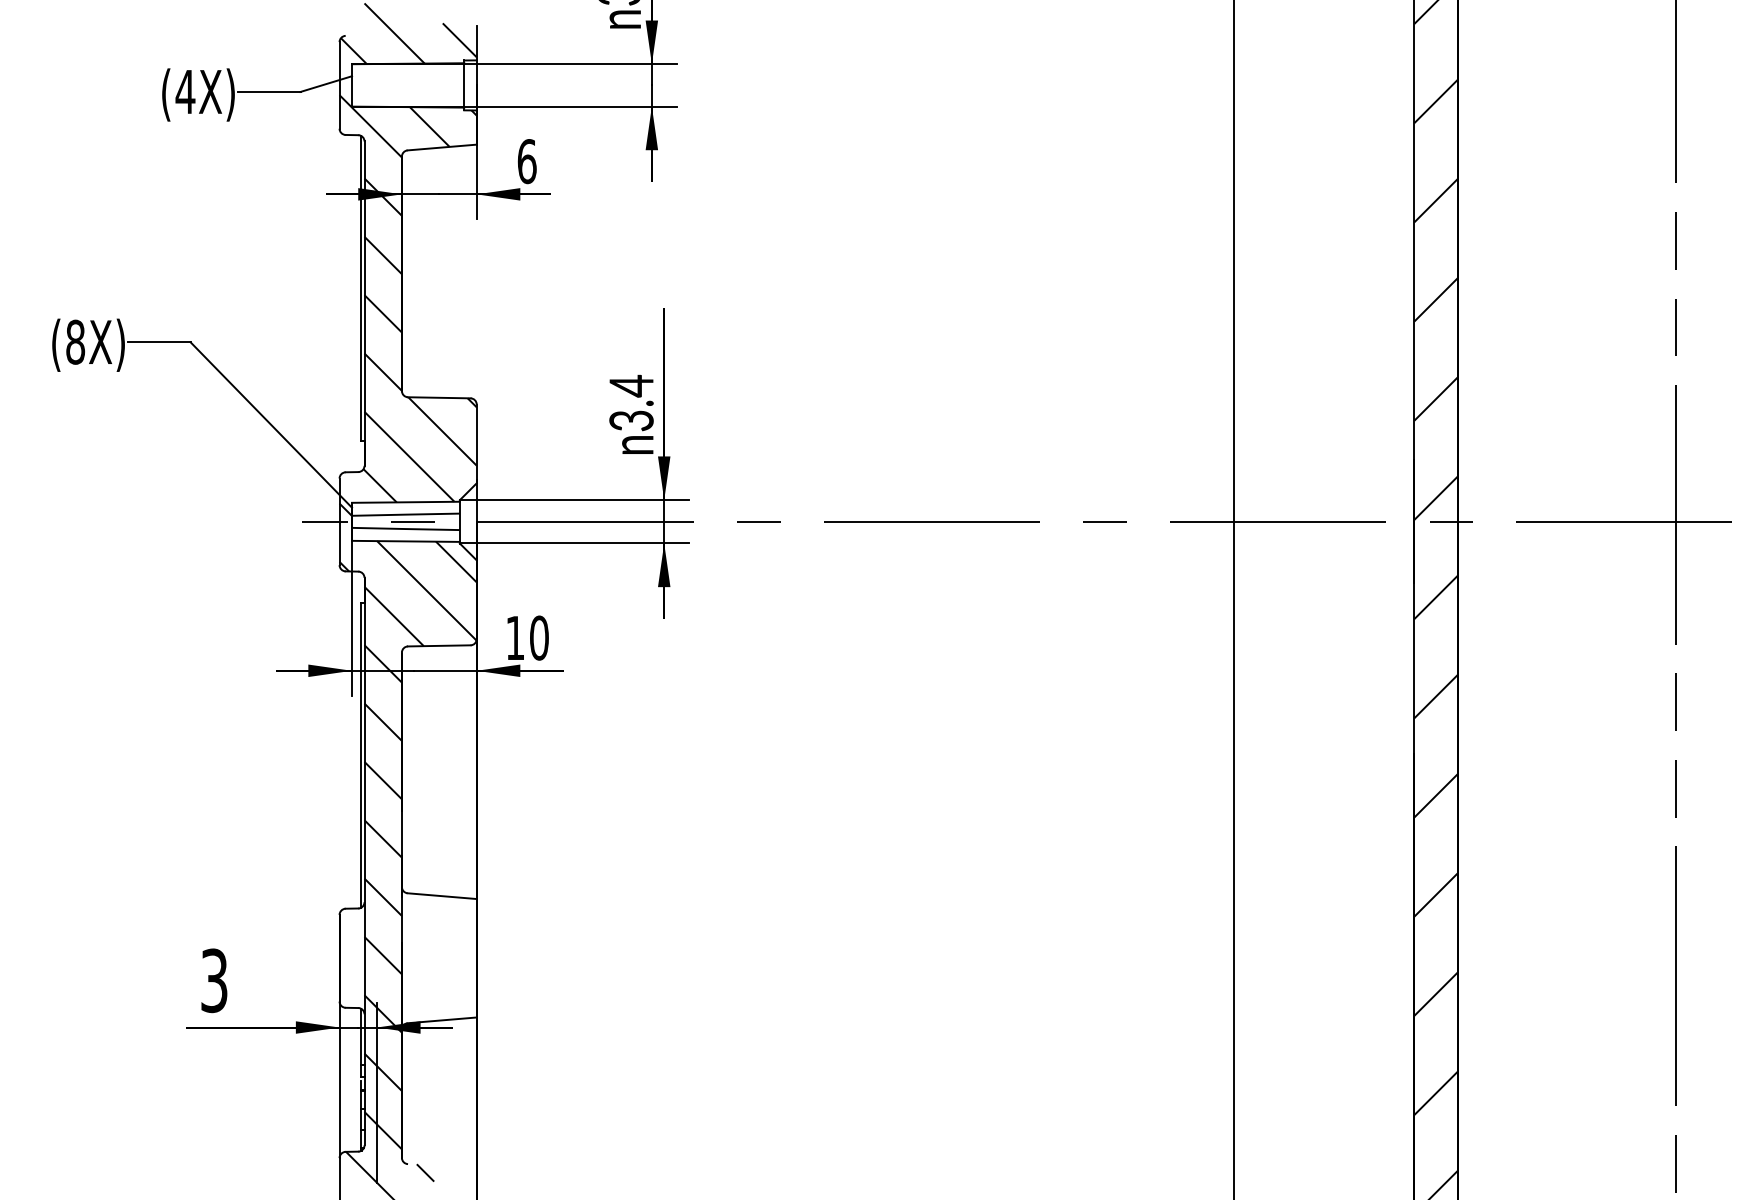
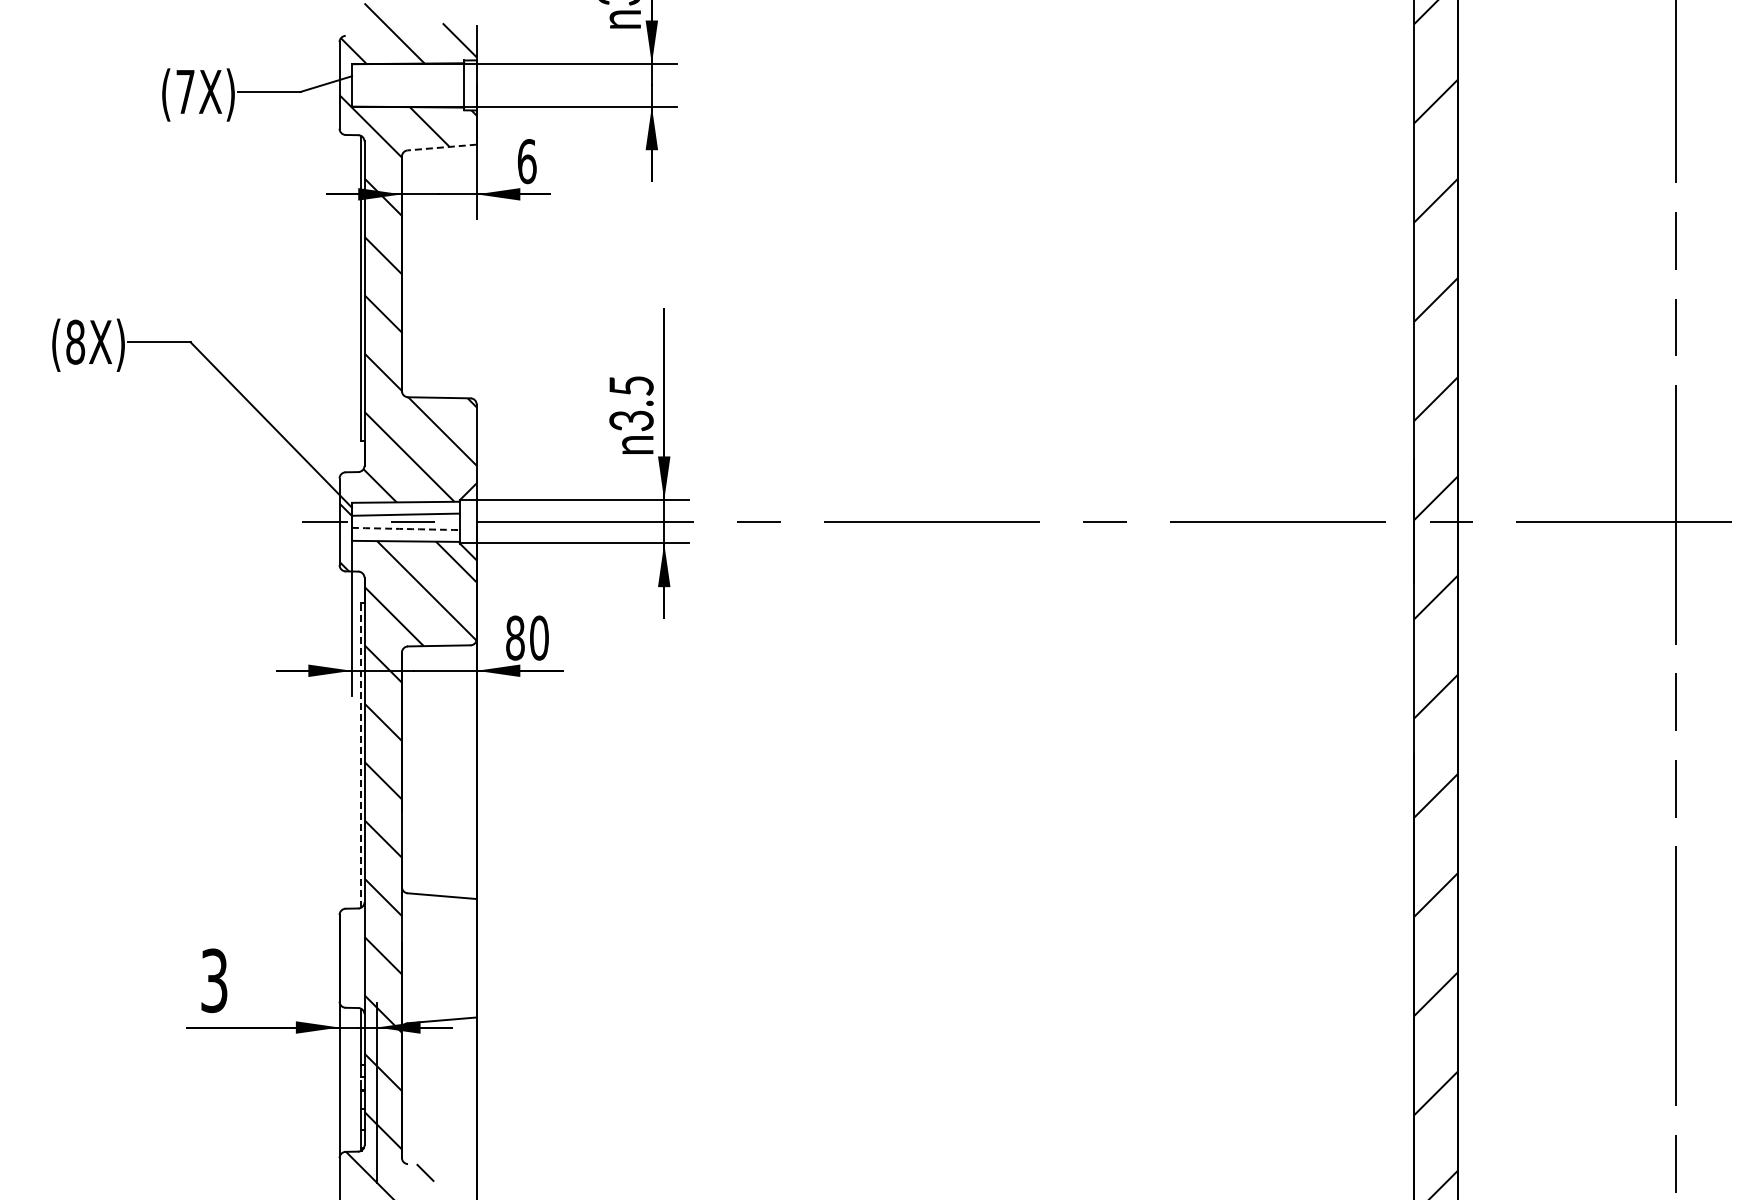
text at (185, 91): (4X) -> (7X)
line at (442, 147): solid -> dashed
text at (631, 385): 3.4 -> 3.5
arc at (405, 529): solid -> dashed
line at (1233, 599): present -> none
text at (515, 637): 10 -> 80
line at (360, 754): solid -> dashed
